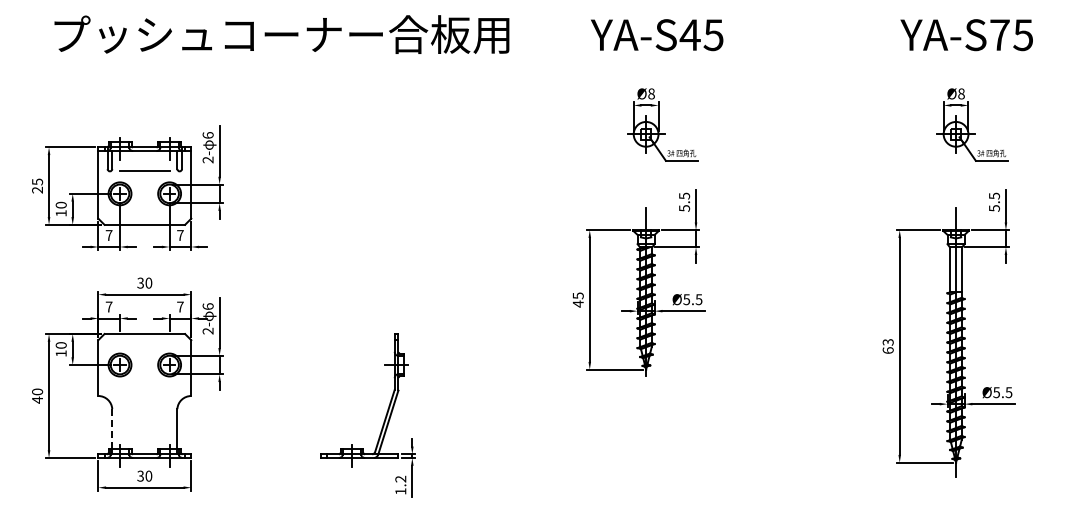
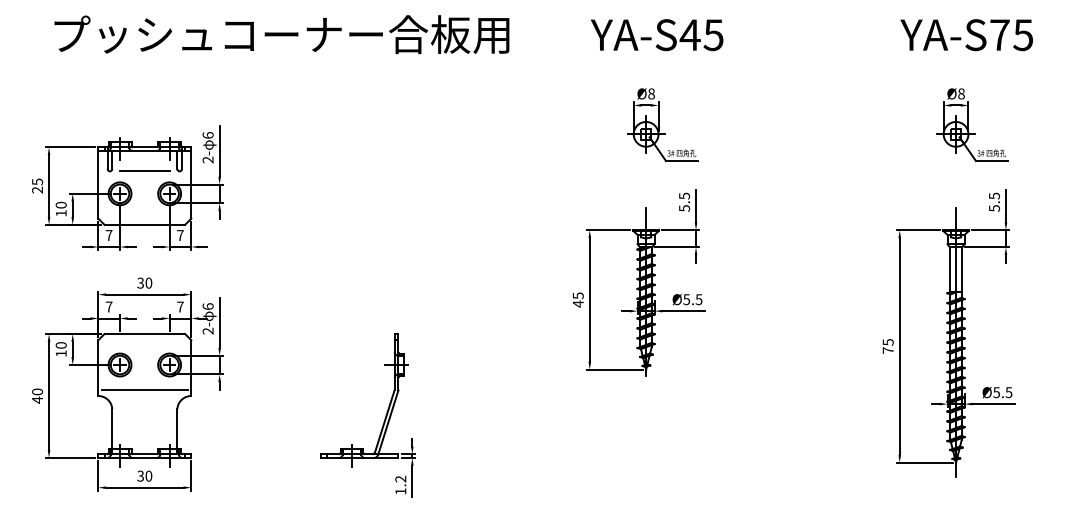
text at (887, 346): 63 -> 75
line at (144, 389): none -> present
line at (112, 428): dashed -> solid
